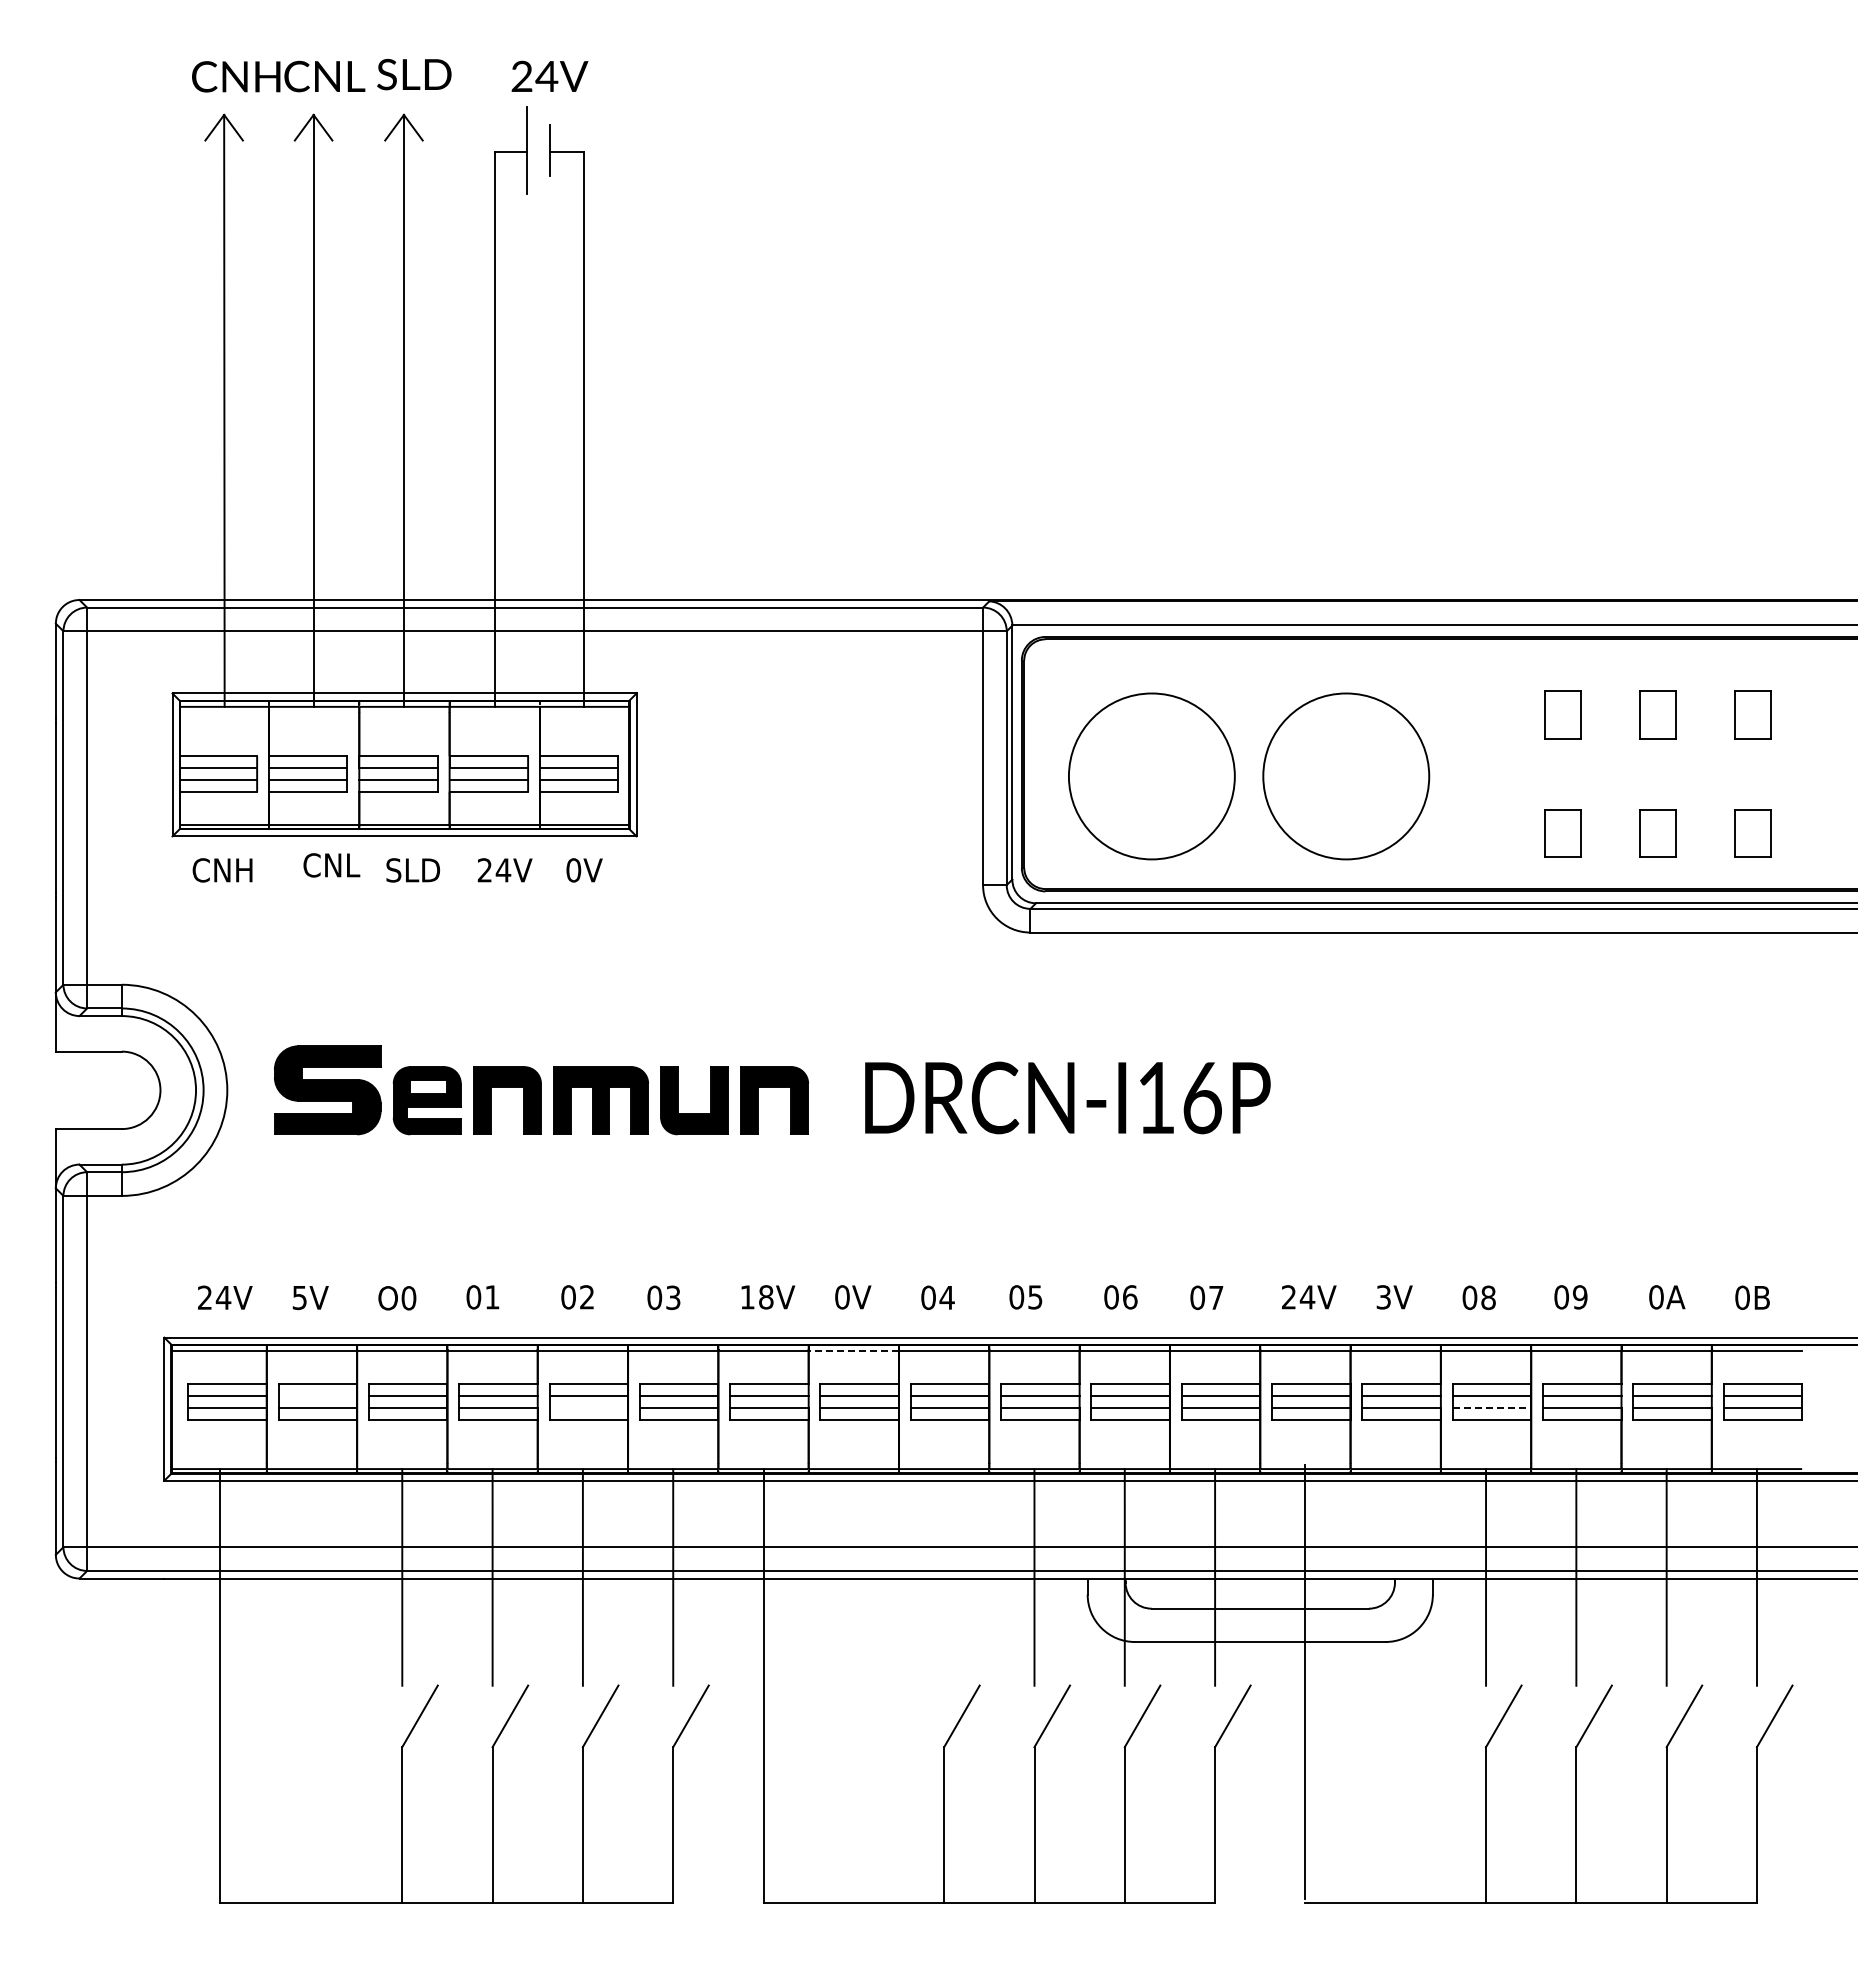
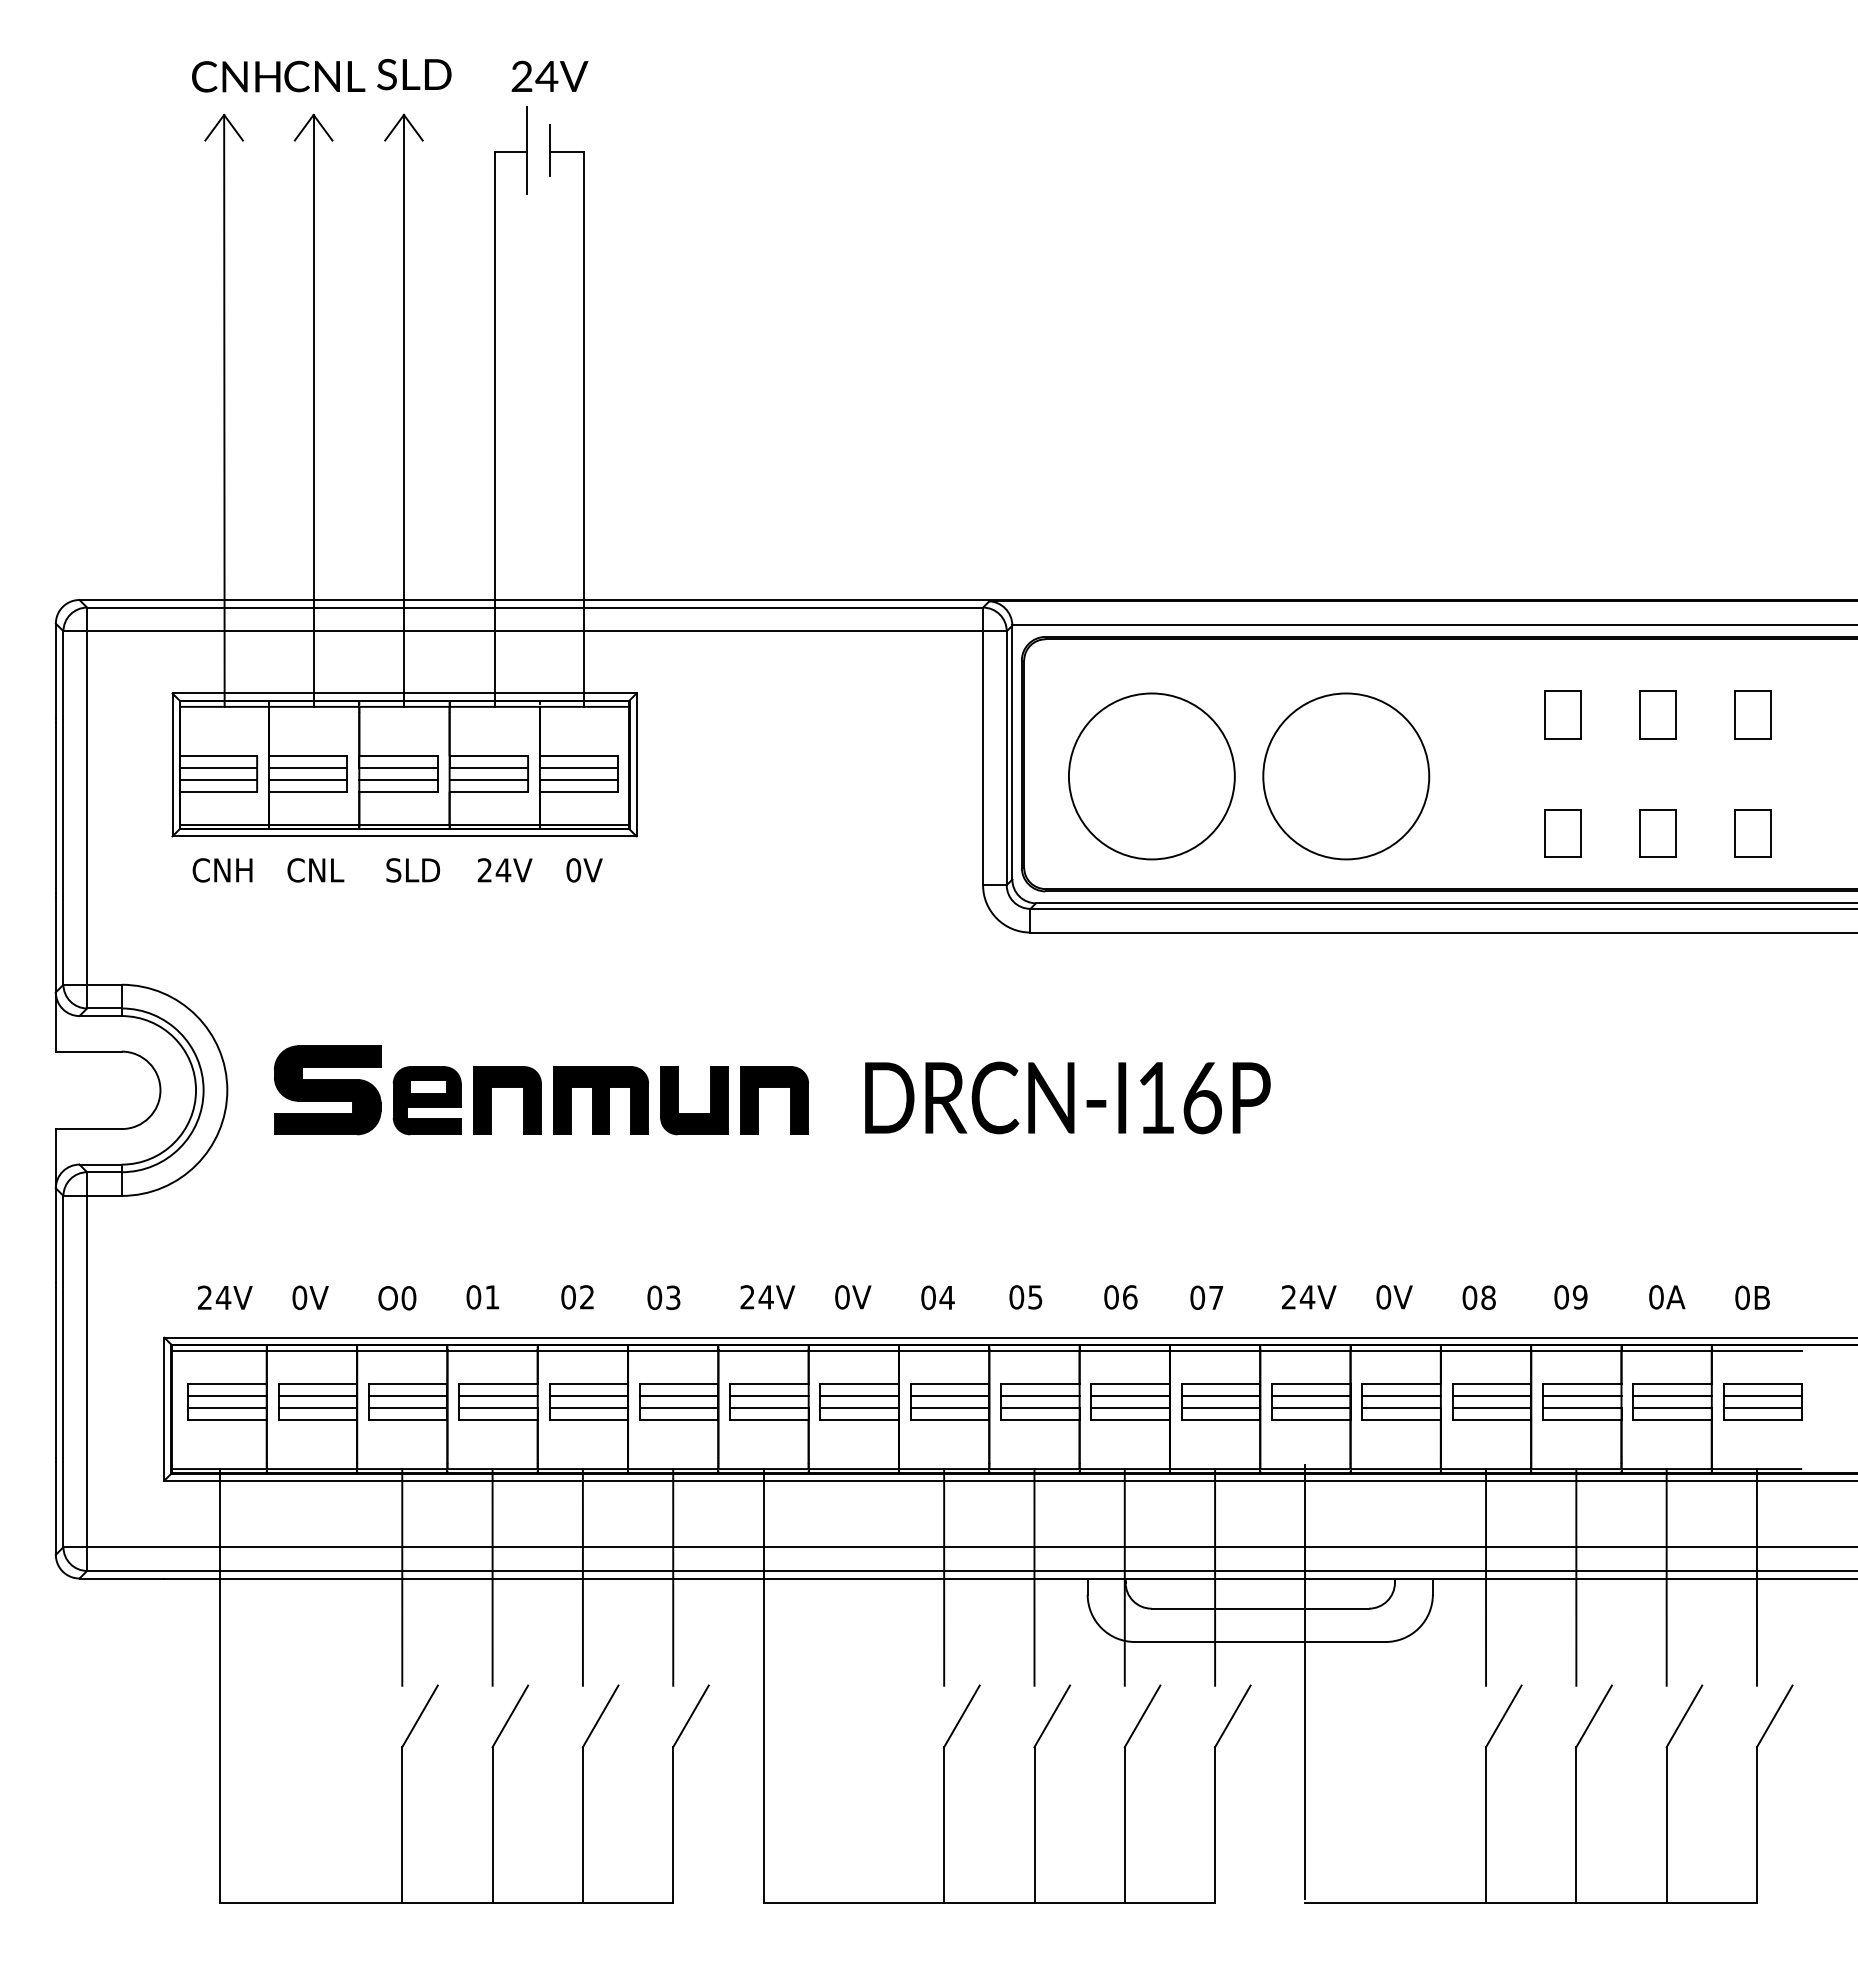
text at (331, 865) position: (331, 865) -> (315, 870)
text at (299, 1297): 5V -> 0V
text at (756, 1297): 18V -> 24V
text at (1383, 1297): 3V -> 0V
line at (853, 1350): dashed -> solid
line at (317, 1396): none -> present
line at (588, 1407): none -> present
line at (1492, 1407): dashed -> solid
line at (944, 1577): none -> present
